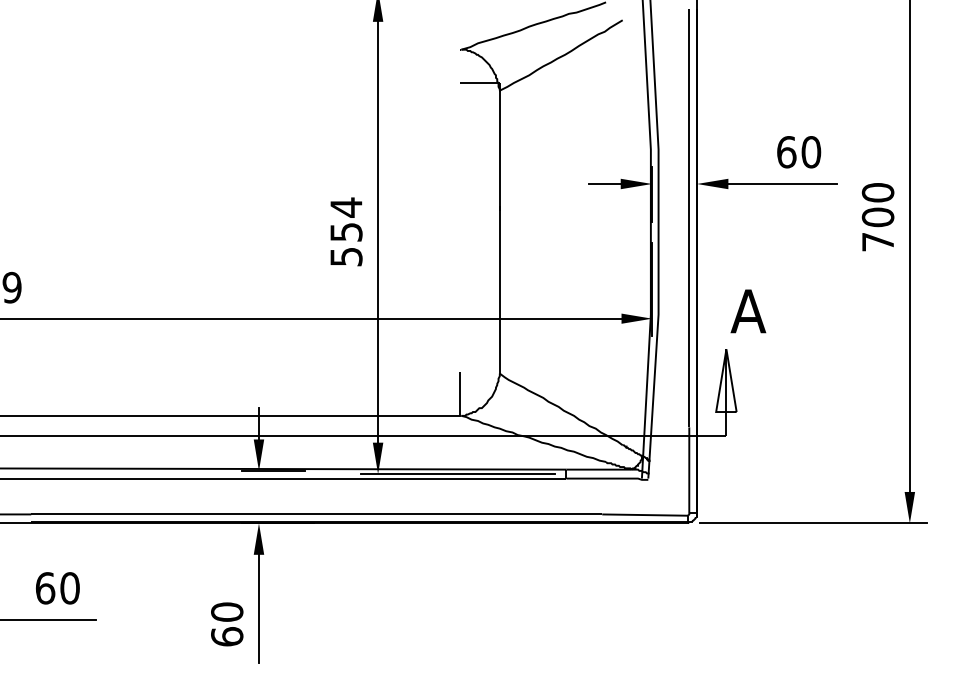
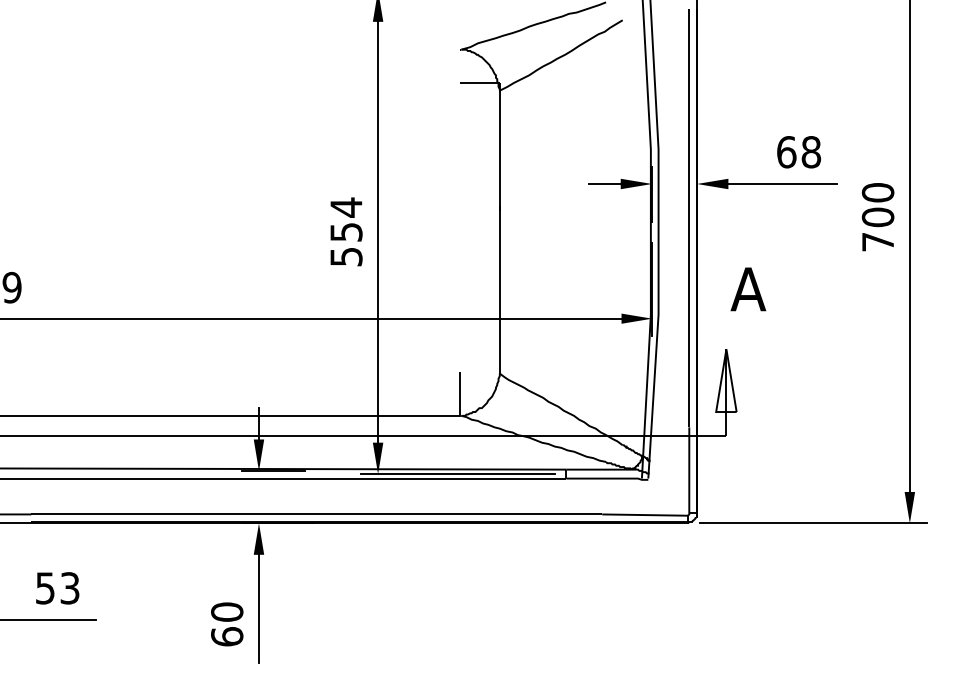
text at (811, 152): 60 -> 68
text at (748, 311) position: (748, 311) -> (748, 289)
text at (57, 588): 60 -> 53
